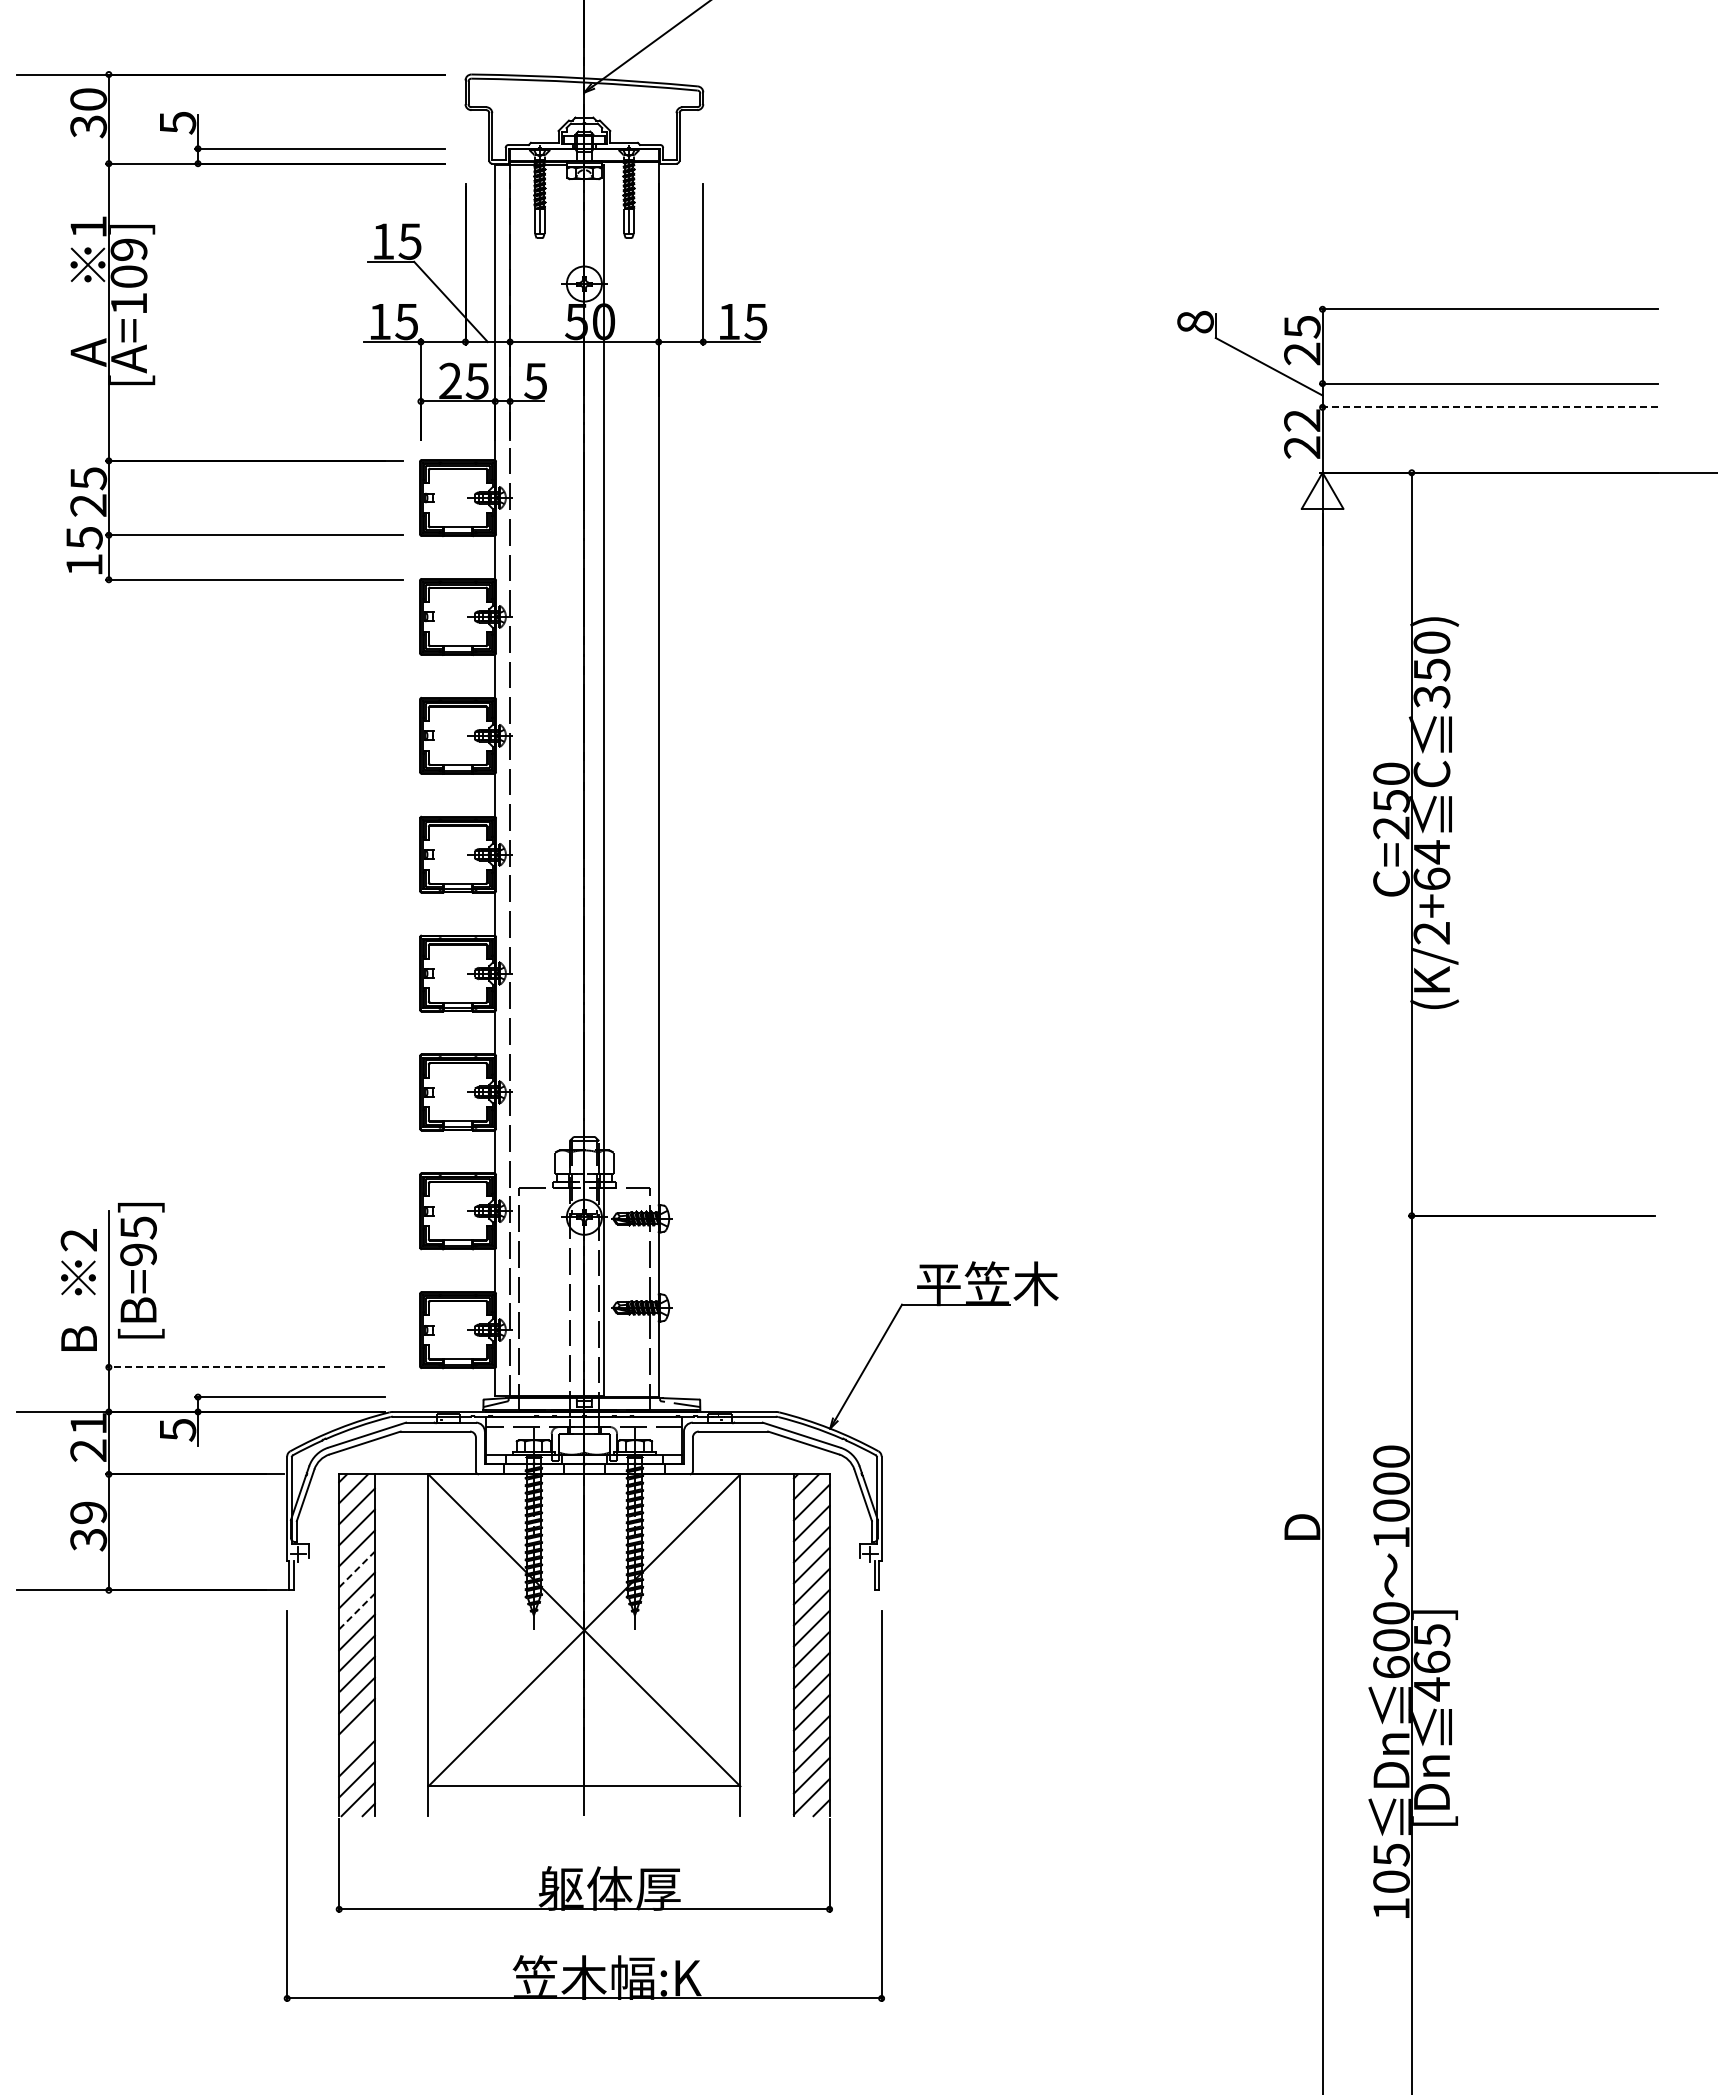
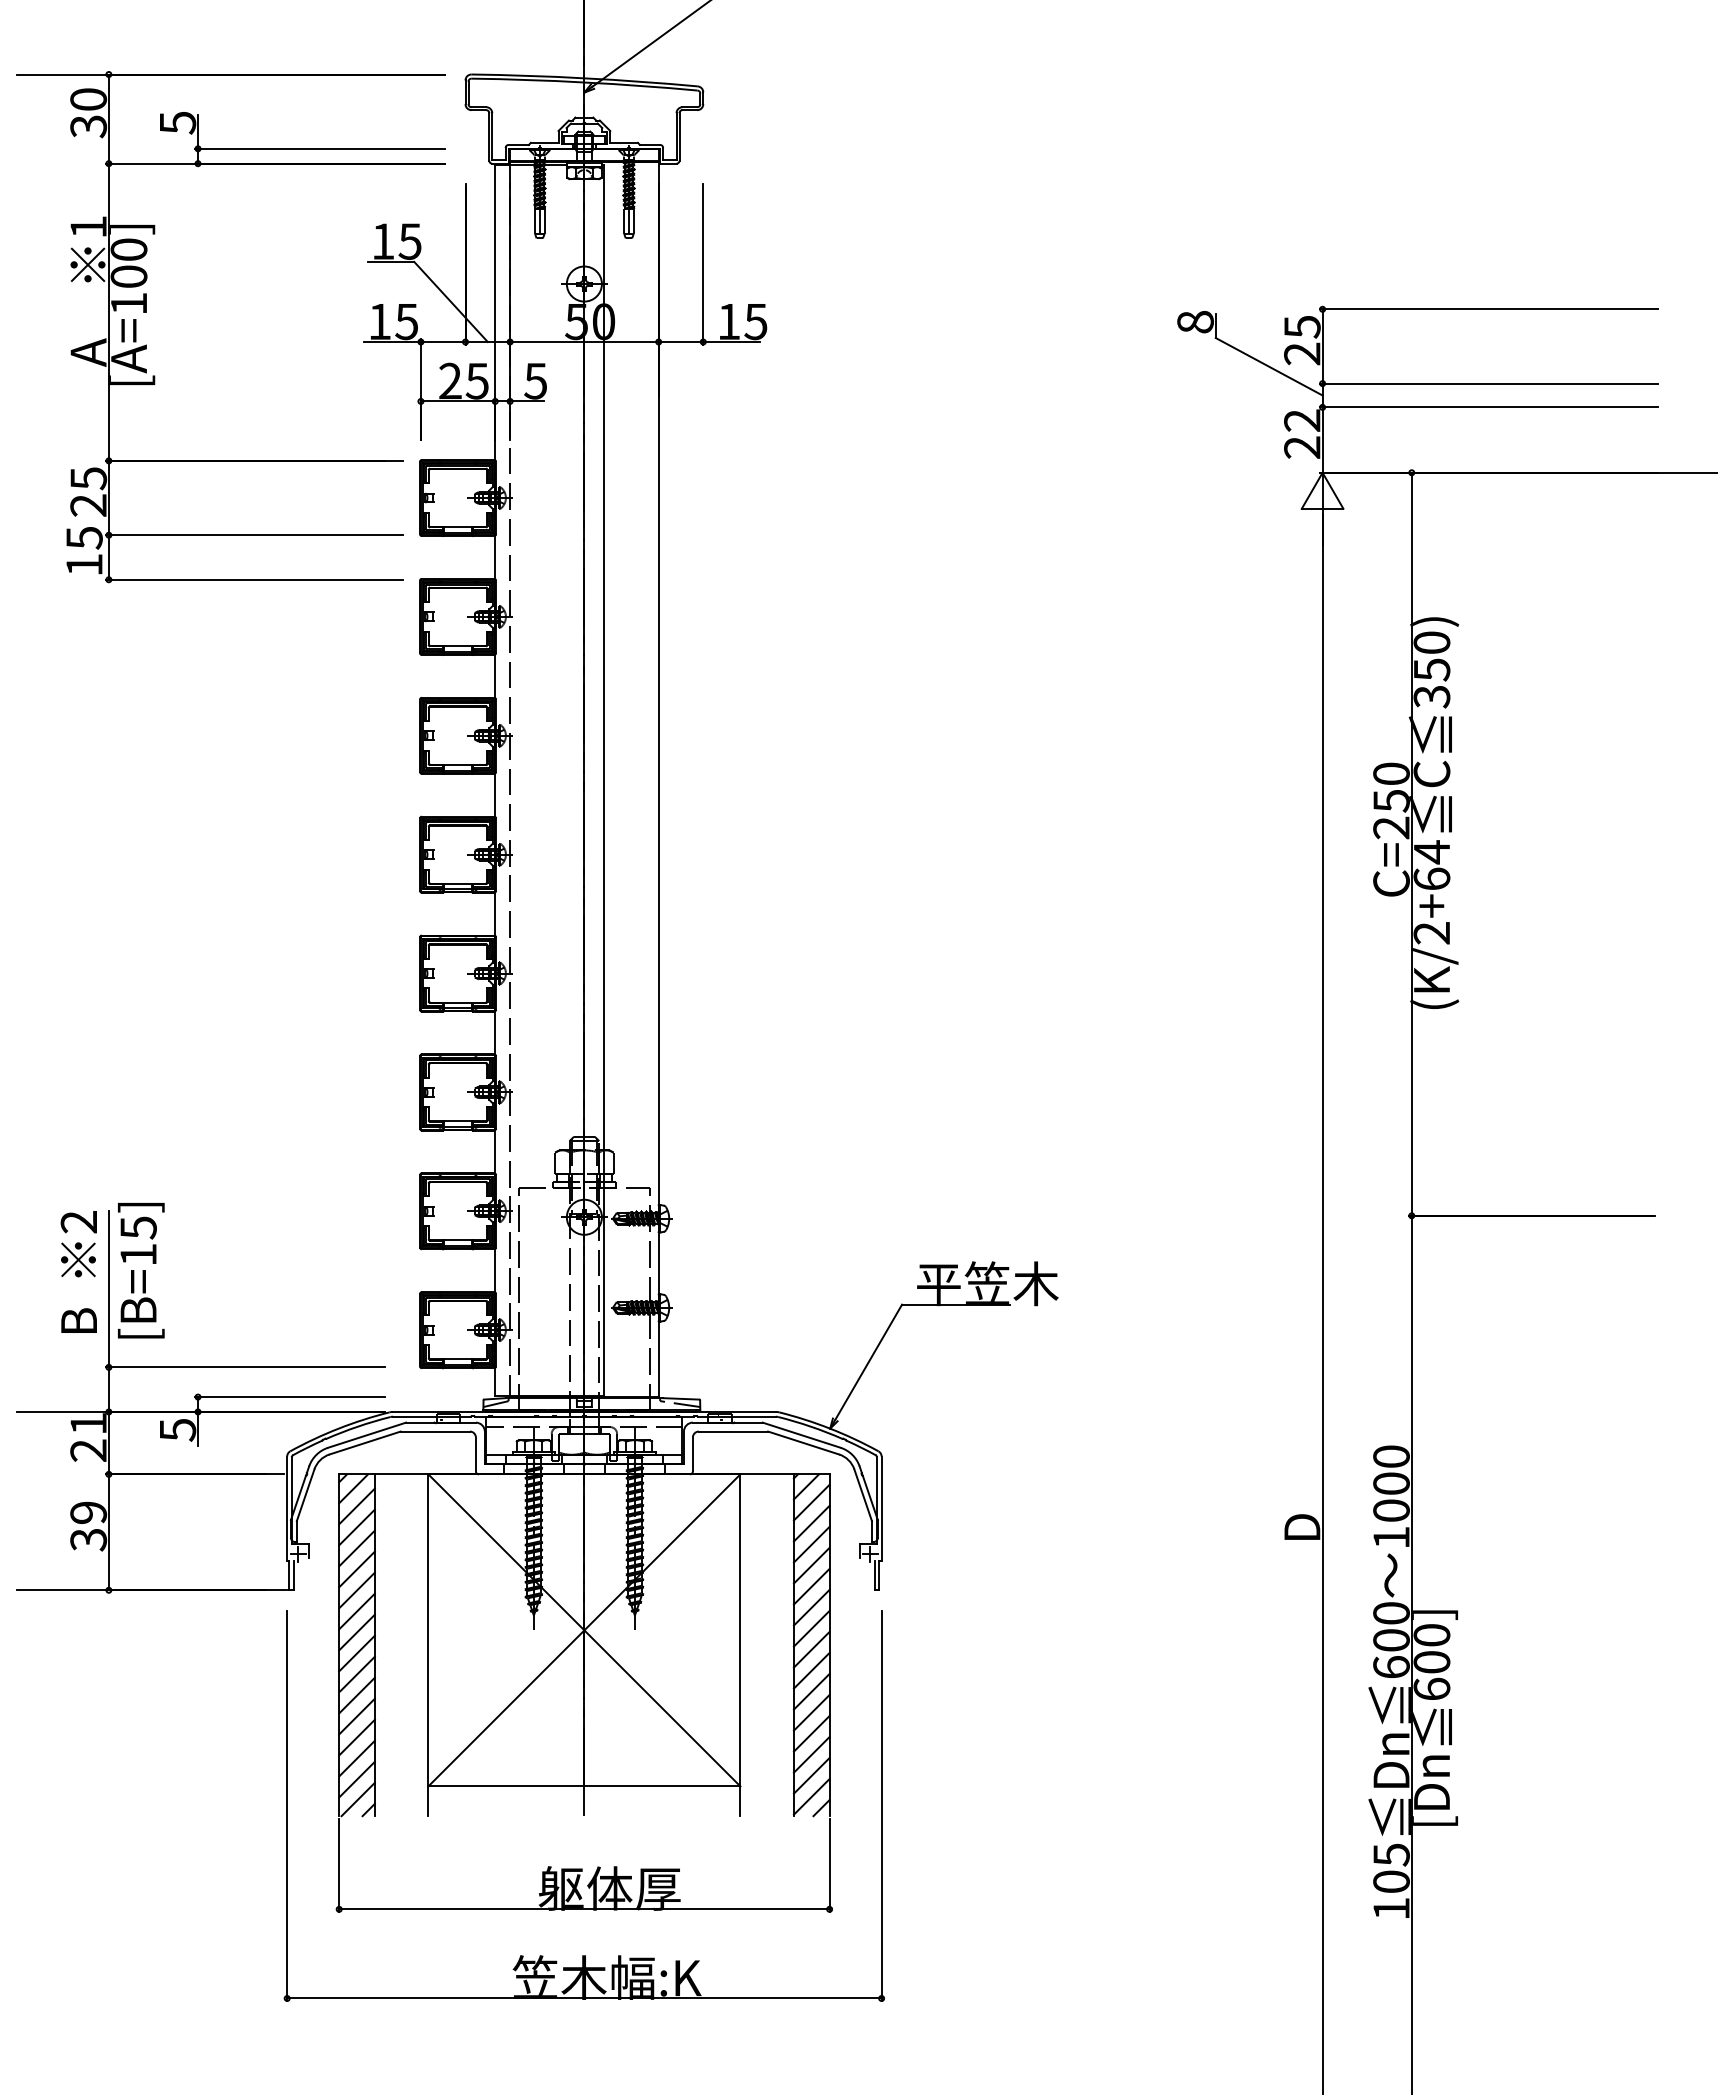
text at (128, 249): [A=109] -> [A=100]
line at (1488, 407): dashed -> solid
text at (138, 1254): [B=95] -> [B=15]
text at (78, 1289) position: (78, 1289) -> (78, 1271)
line at (245, 1367): dashed -> solid
line at (357, 1569): dashed -> solid
line at (357, 1611): dashed -> solid
text at (1431, 1662): 465] -> 600]
line at (356, 1737): none -> present
